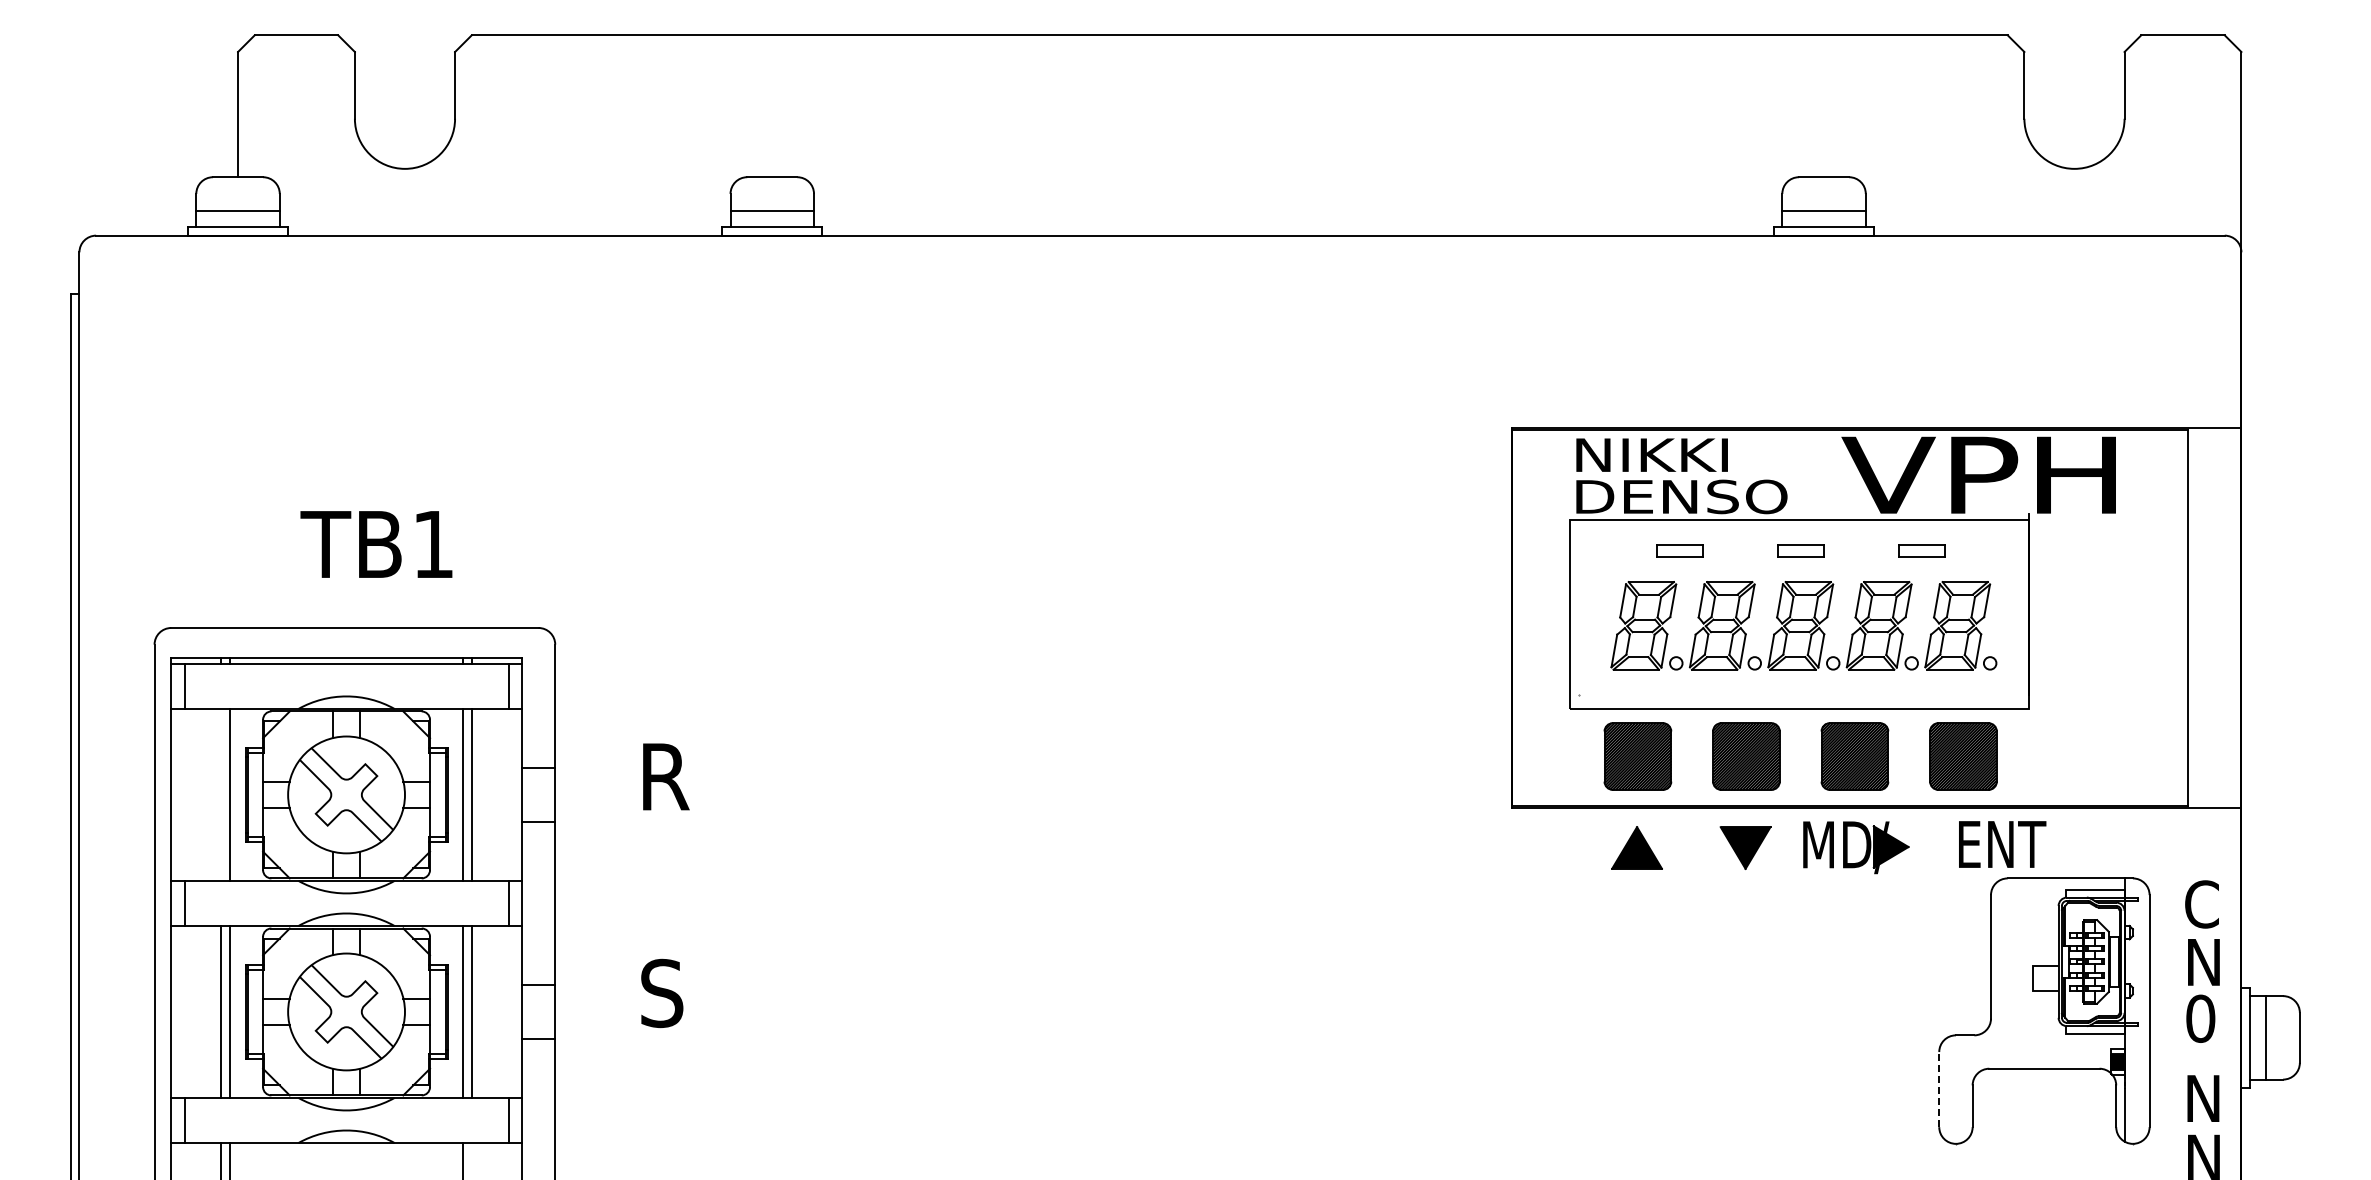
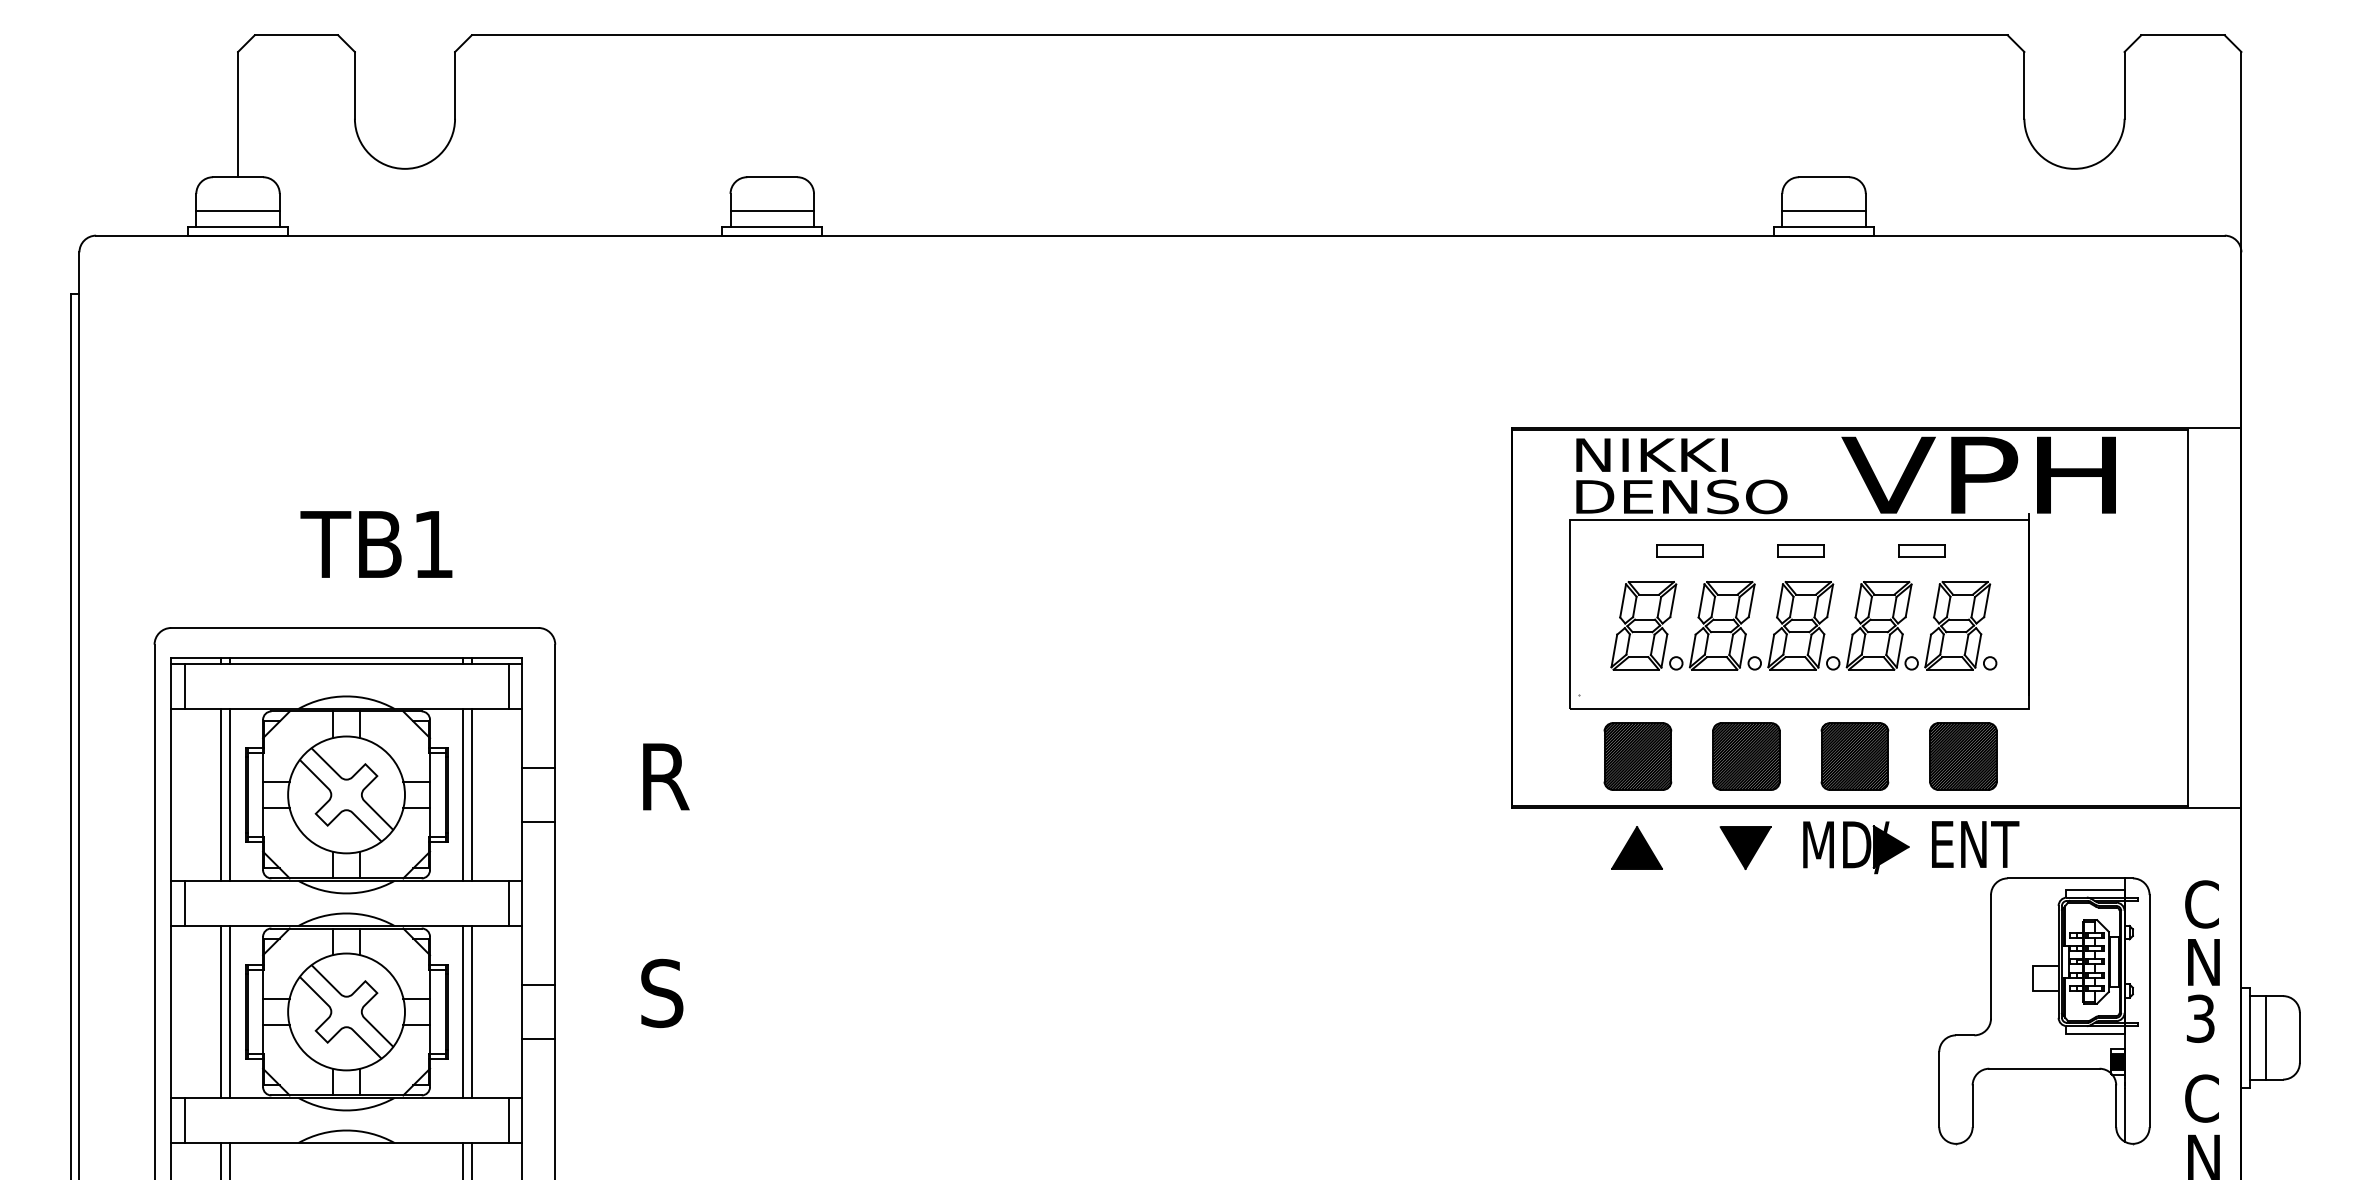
line at (221, 794): none -> present
text at (2002, 844) position: (2002, 844) -> (1975, 844)
text at (2200, 1018): 0 -> 3
line at (1939, 1089): dashed -> solid
text at (2202, 1098): N -> C
line at (471, 1159): none -> present
